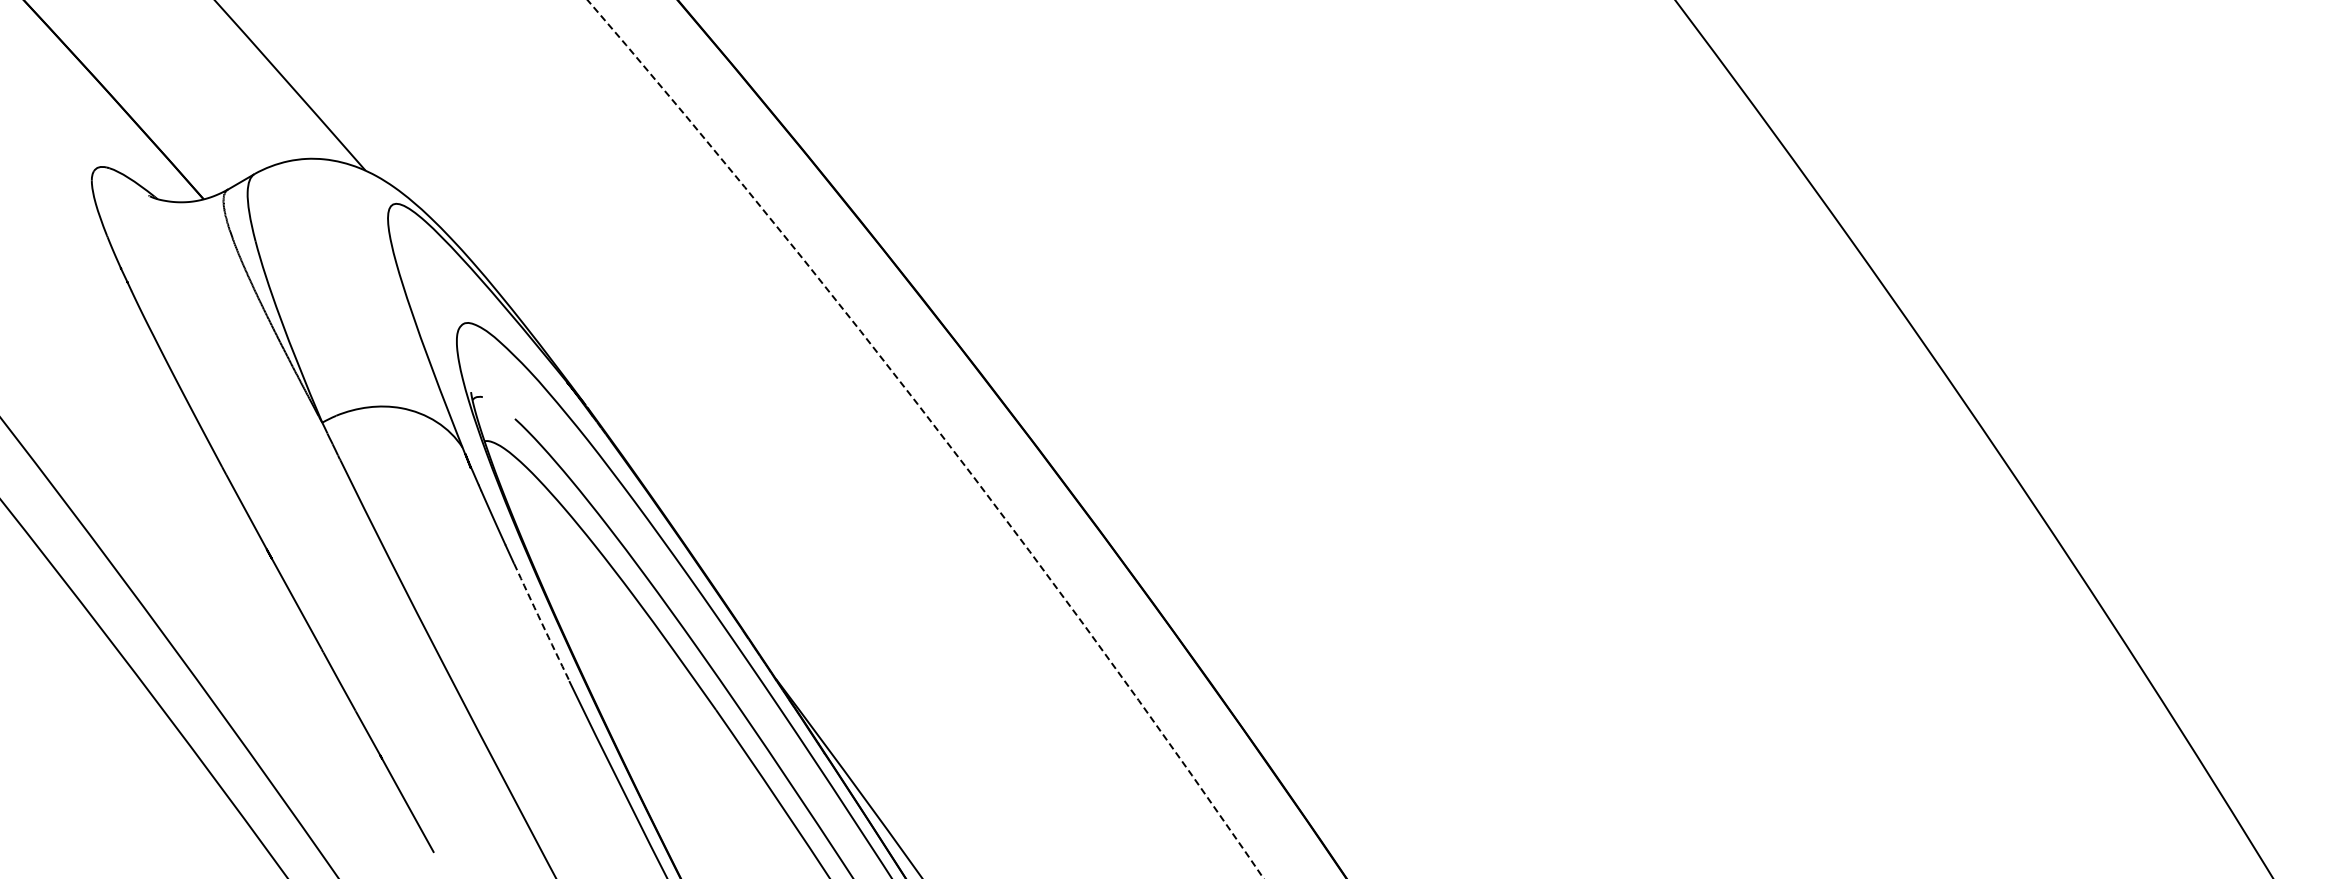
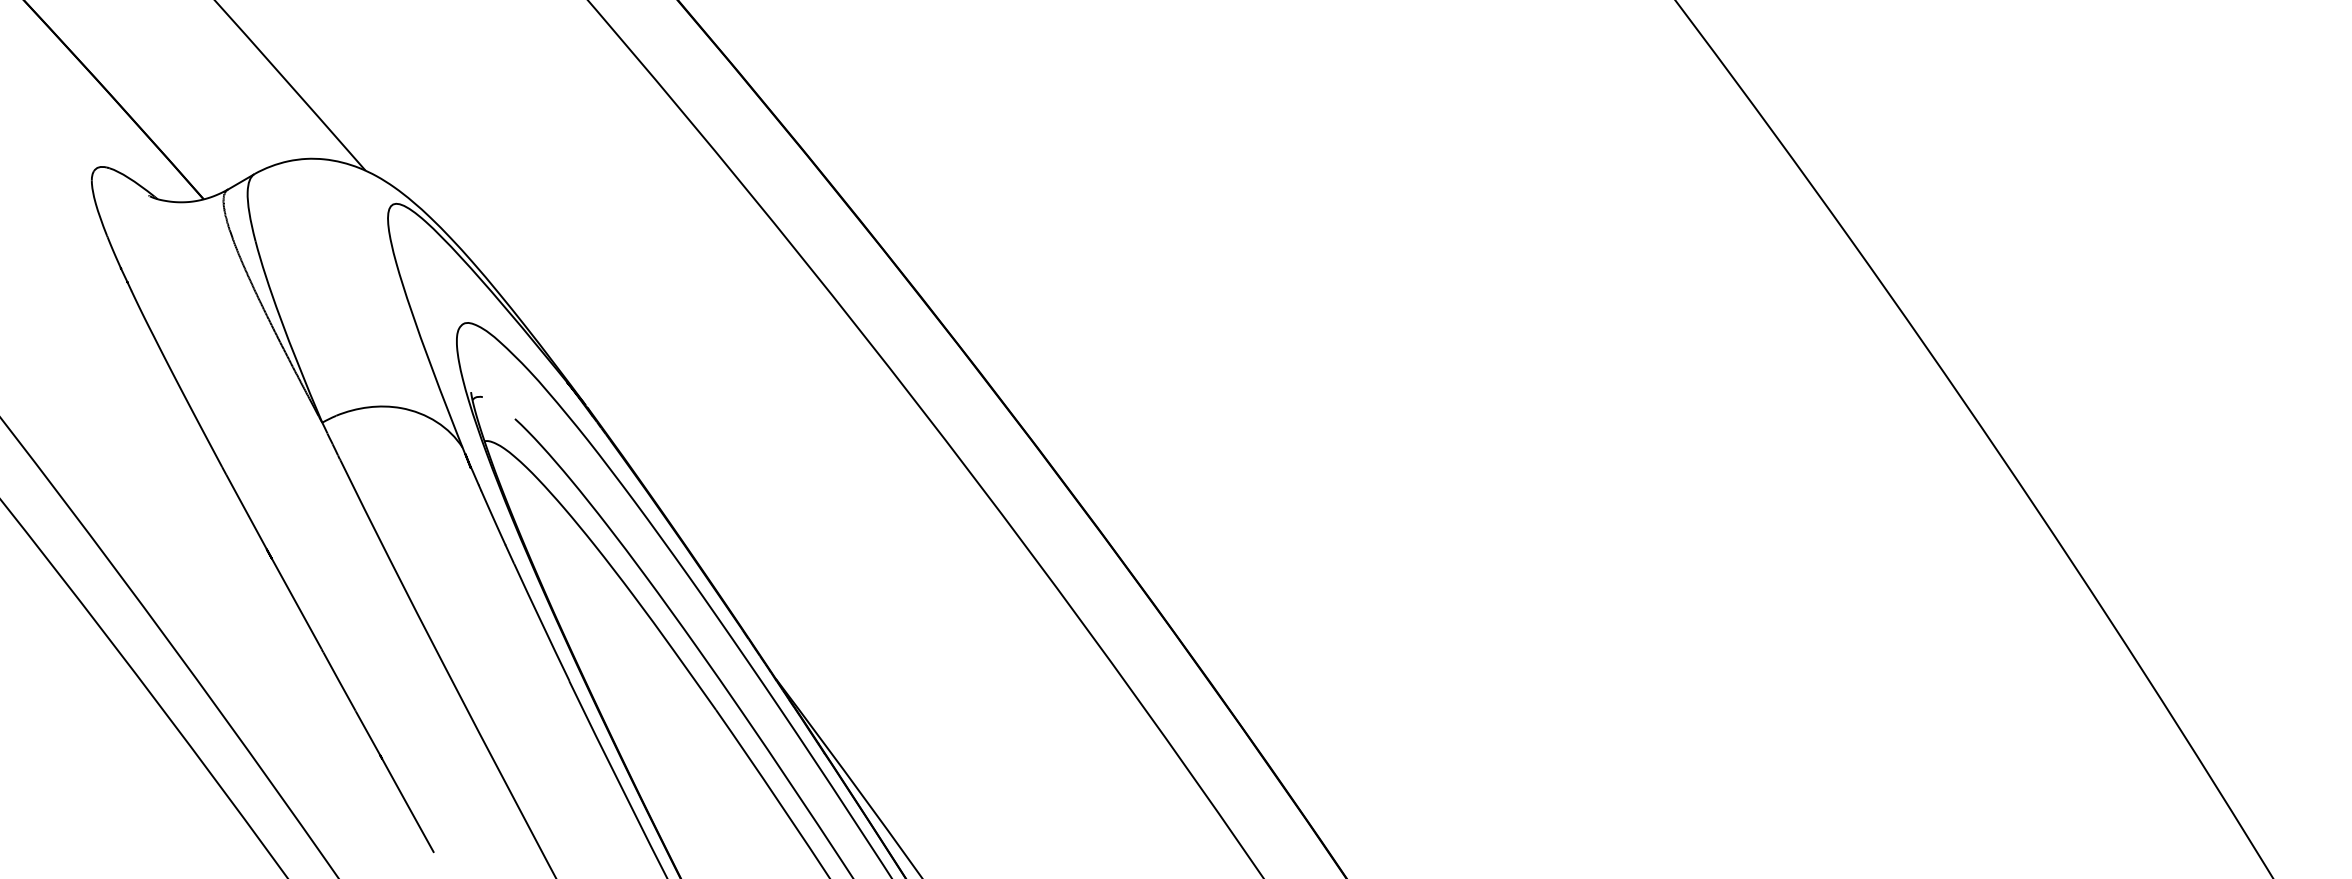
arc at (937, 430): dashed -> solid
arc at (541, 622): dashed -> solid
